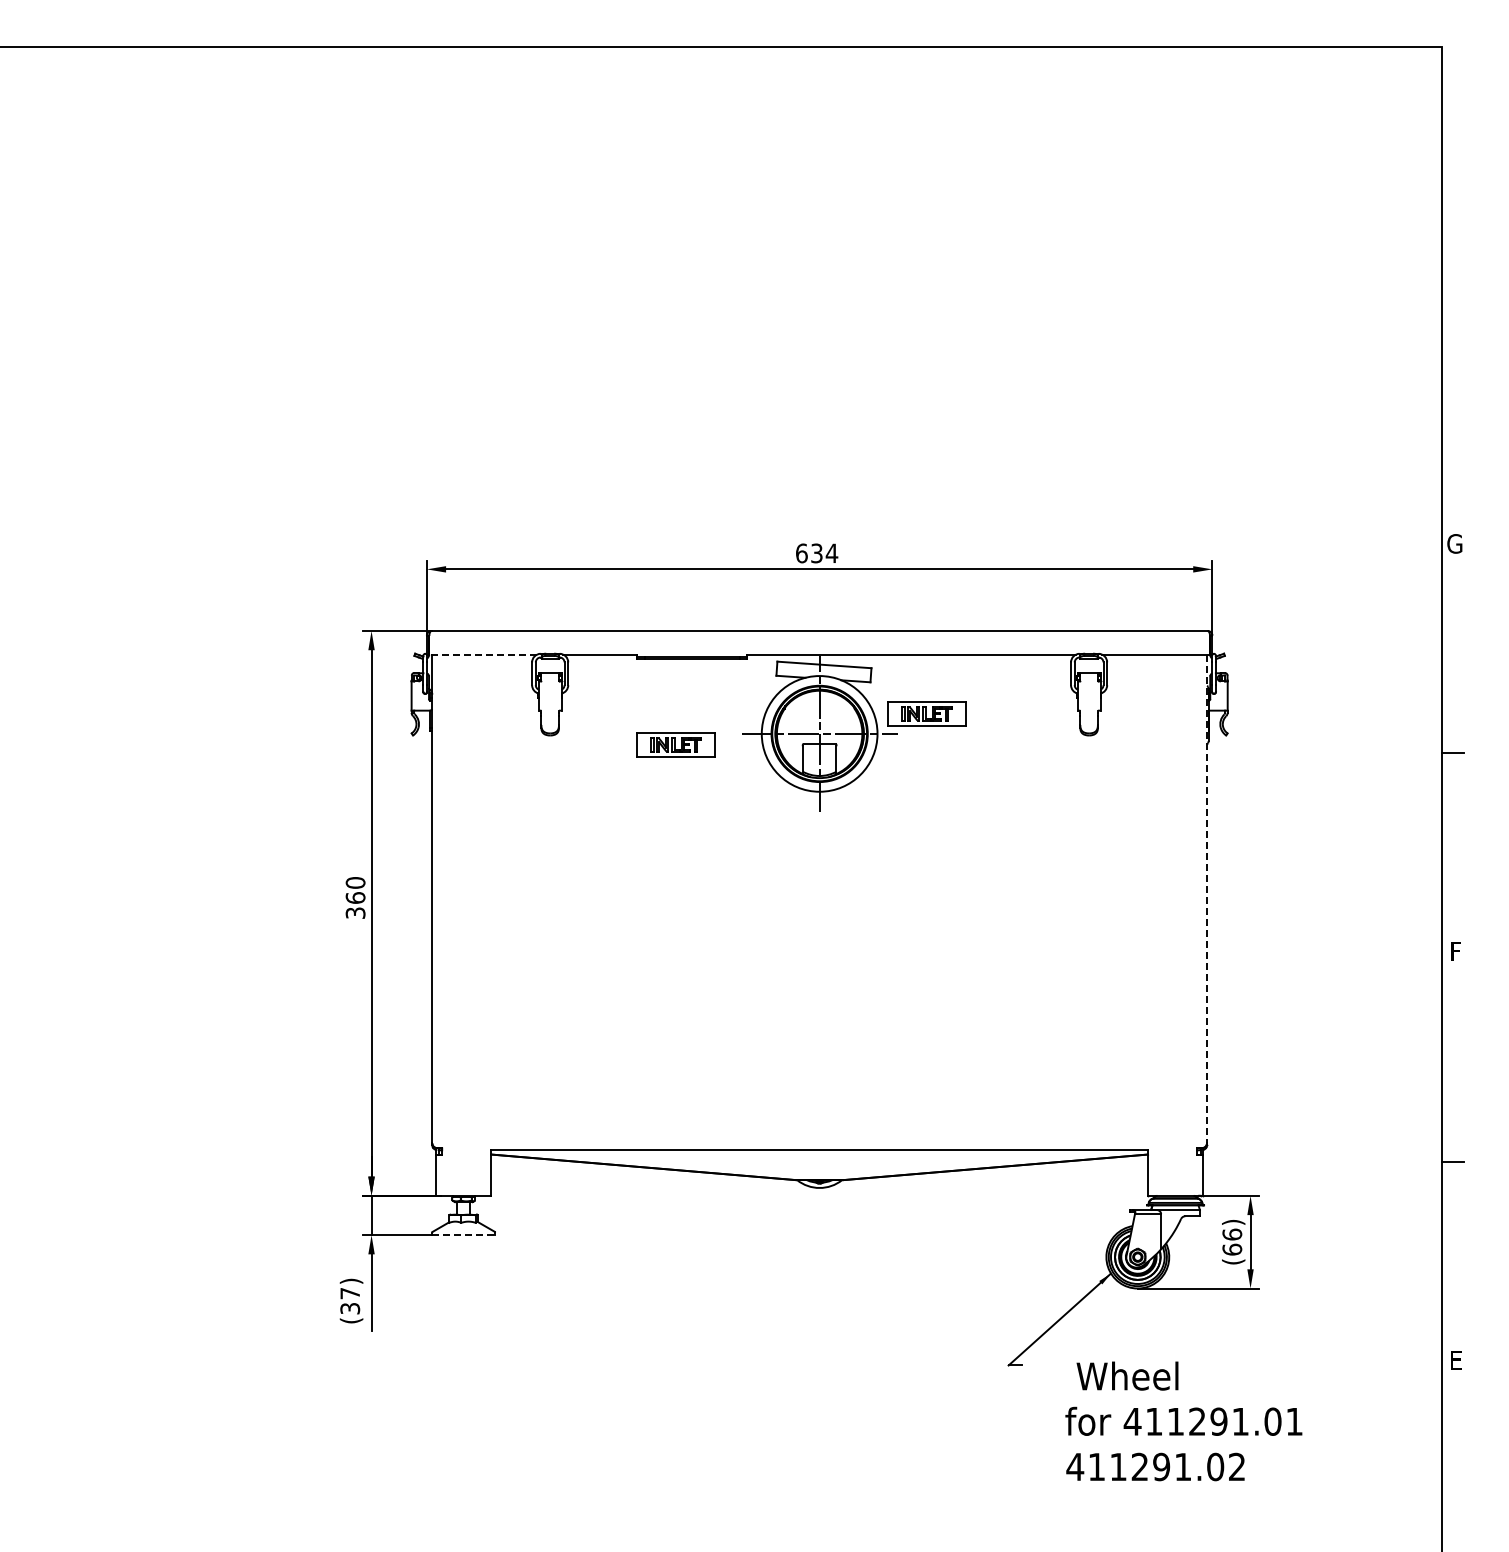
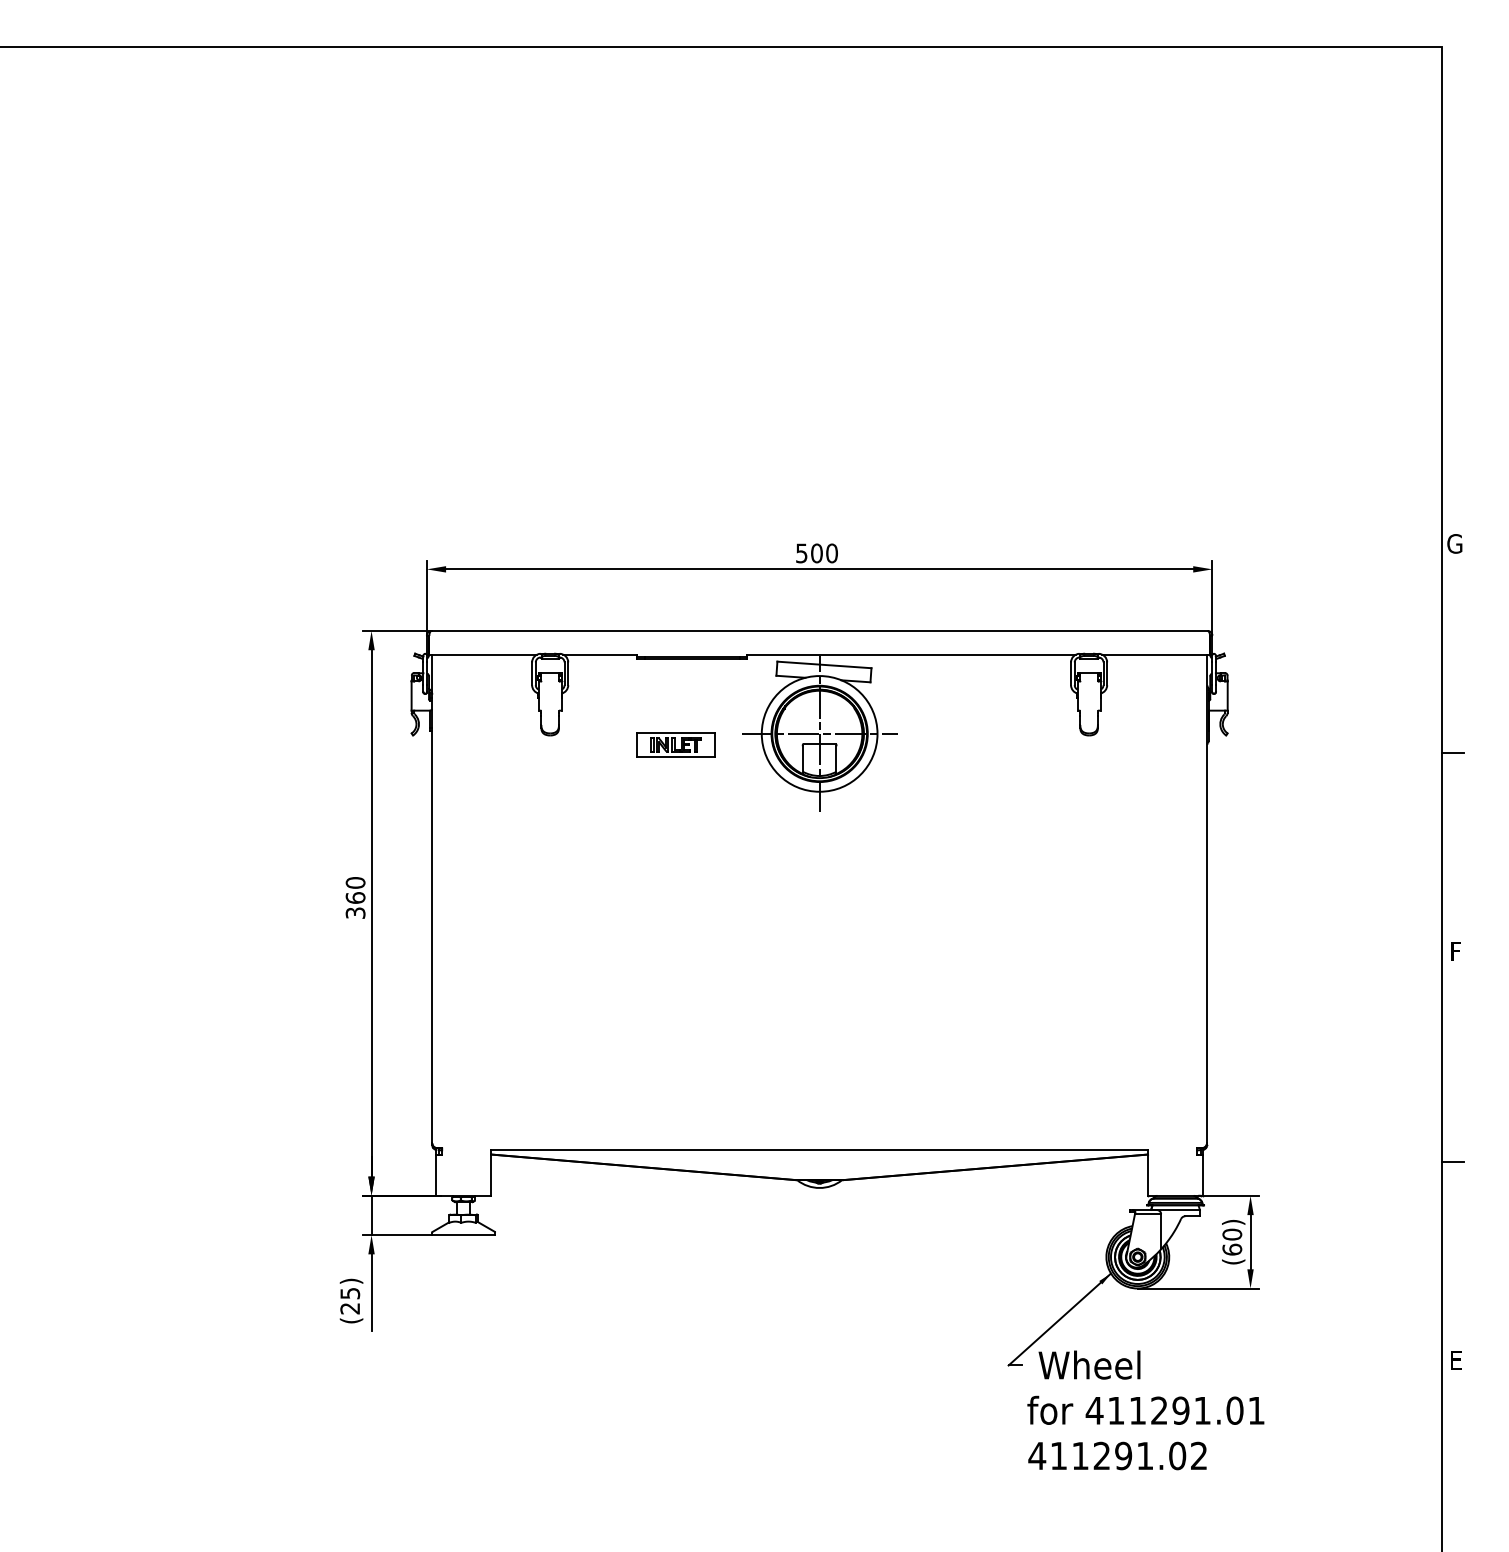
text at (817, 553): 634 -> 500
line at (483, 654): dashed -> solid
part at (926, 713): present -> none
line at (1206, 899): dashed -> solid
text at (1231, 1234): (66) -> (60)
line at (464, 1235): dashed -> solid
text at (350, 1301): (37) -> (25)
text at (1183, 1421) position: (1183, 1421) -> (1145, 1410)
